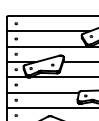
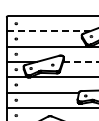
line at (48, 31): solid -> dashed
line at (81, 62): solid -> dashed
